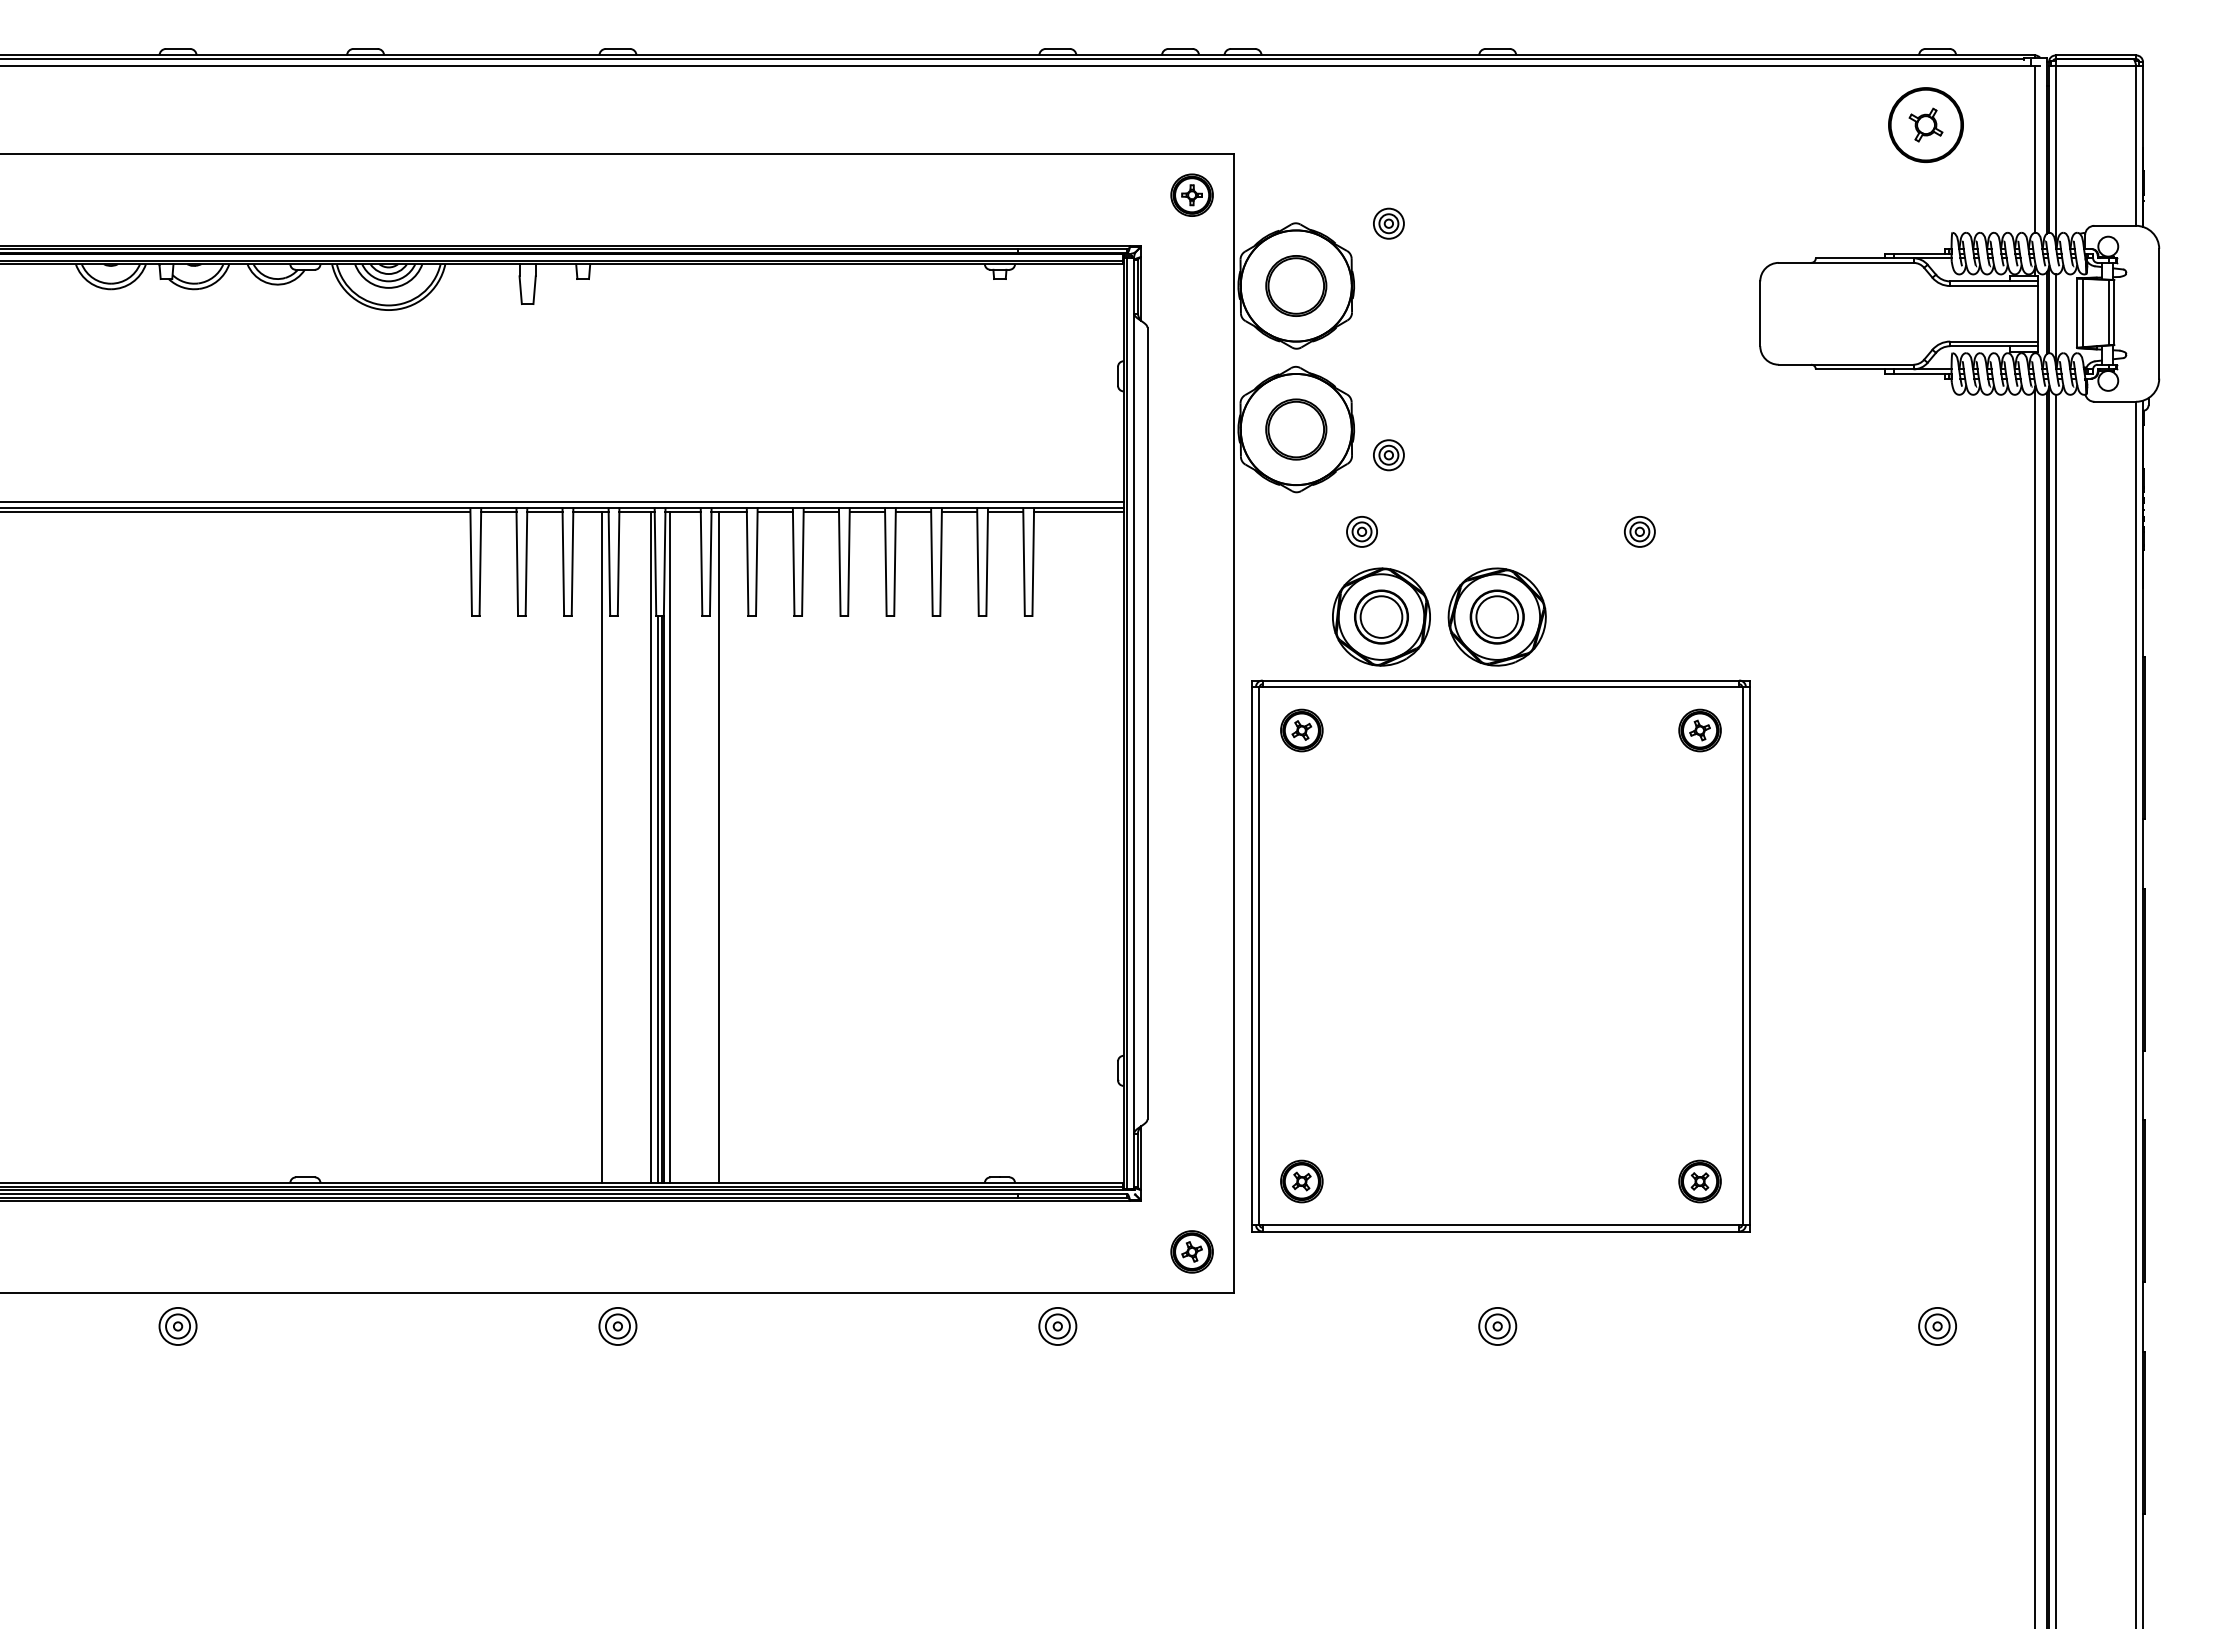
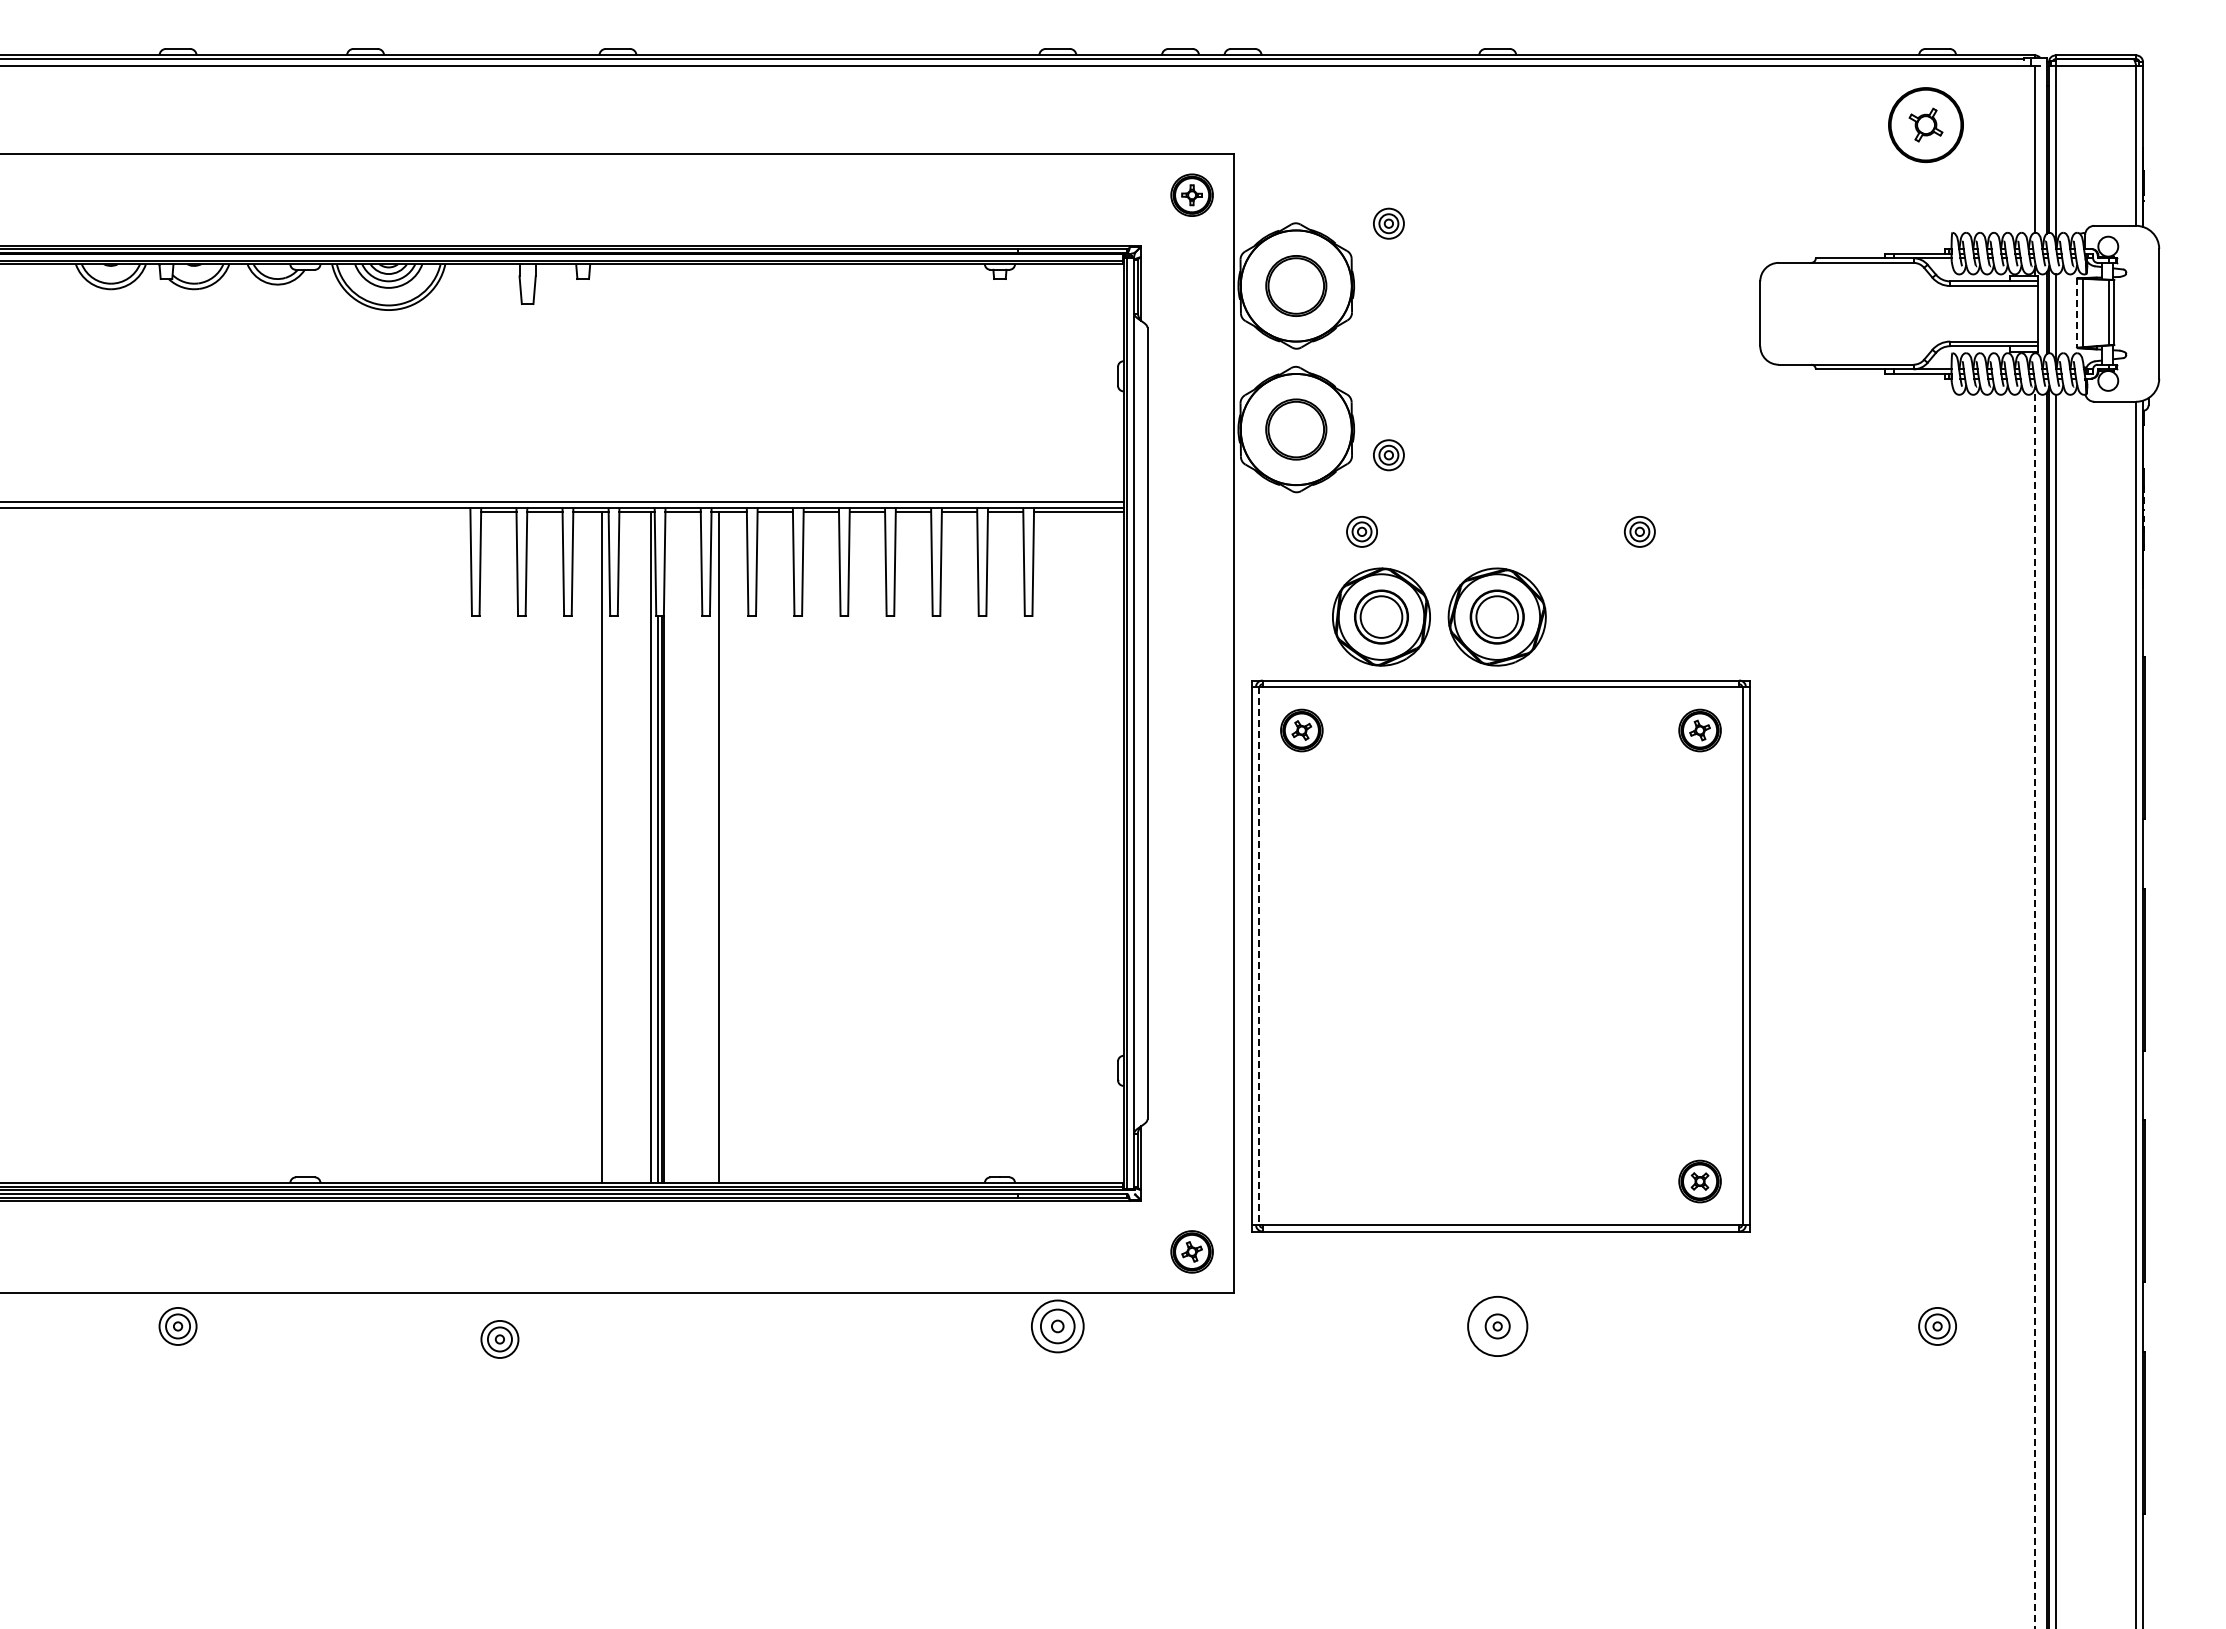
line at (2076, 313): solid -> dashed
line at (236, 512): present -> none
line at (670, 847): present -> none
line at (1258, 956): solid -> dashed
line at (2035, 1008): solid -> dashed
part at (1301, 1181): present -> none
circle at (1497, 1325) diameter: 37 px -> 59 px
part at (617, 1326) position: (617, 1326) -> (499, 1339)
part at (1057, 1326) size: 40x39 px -> 54x55 px
